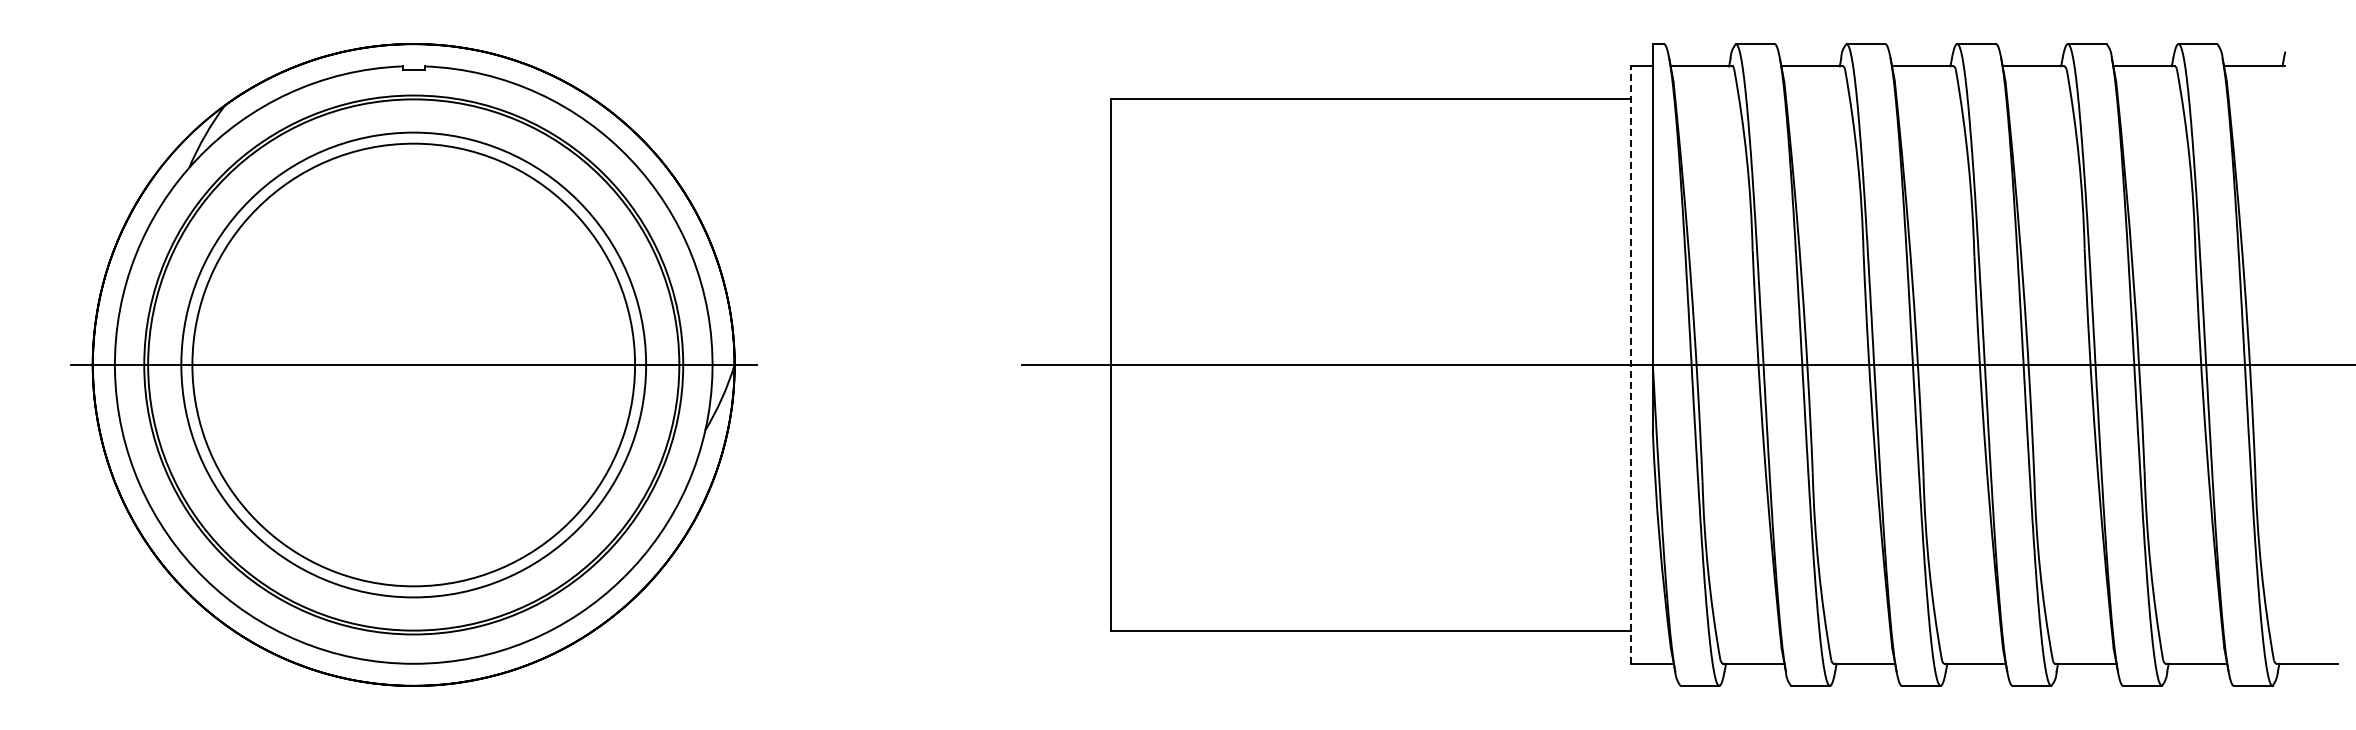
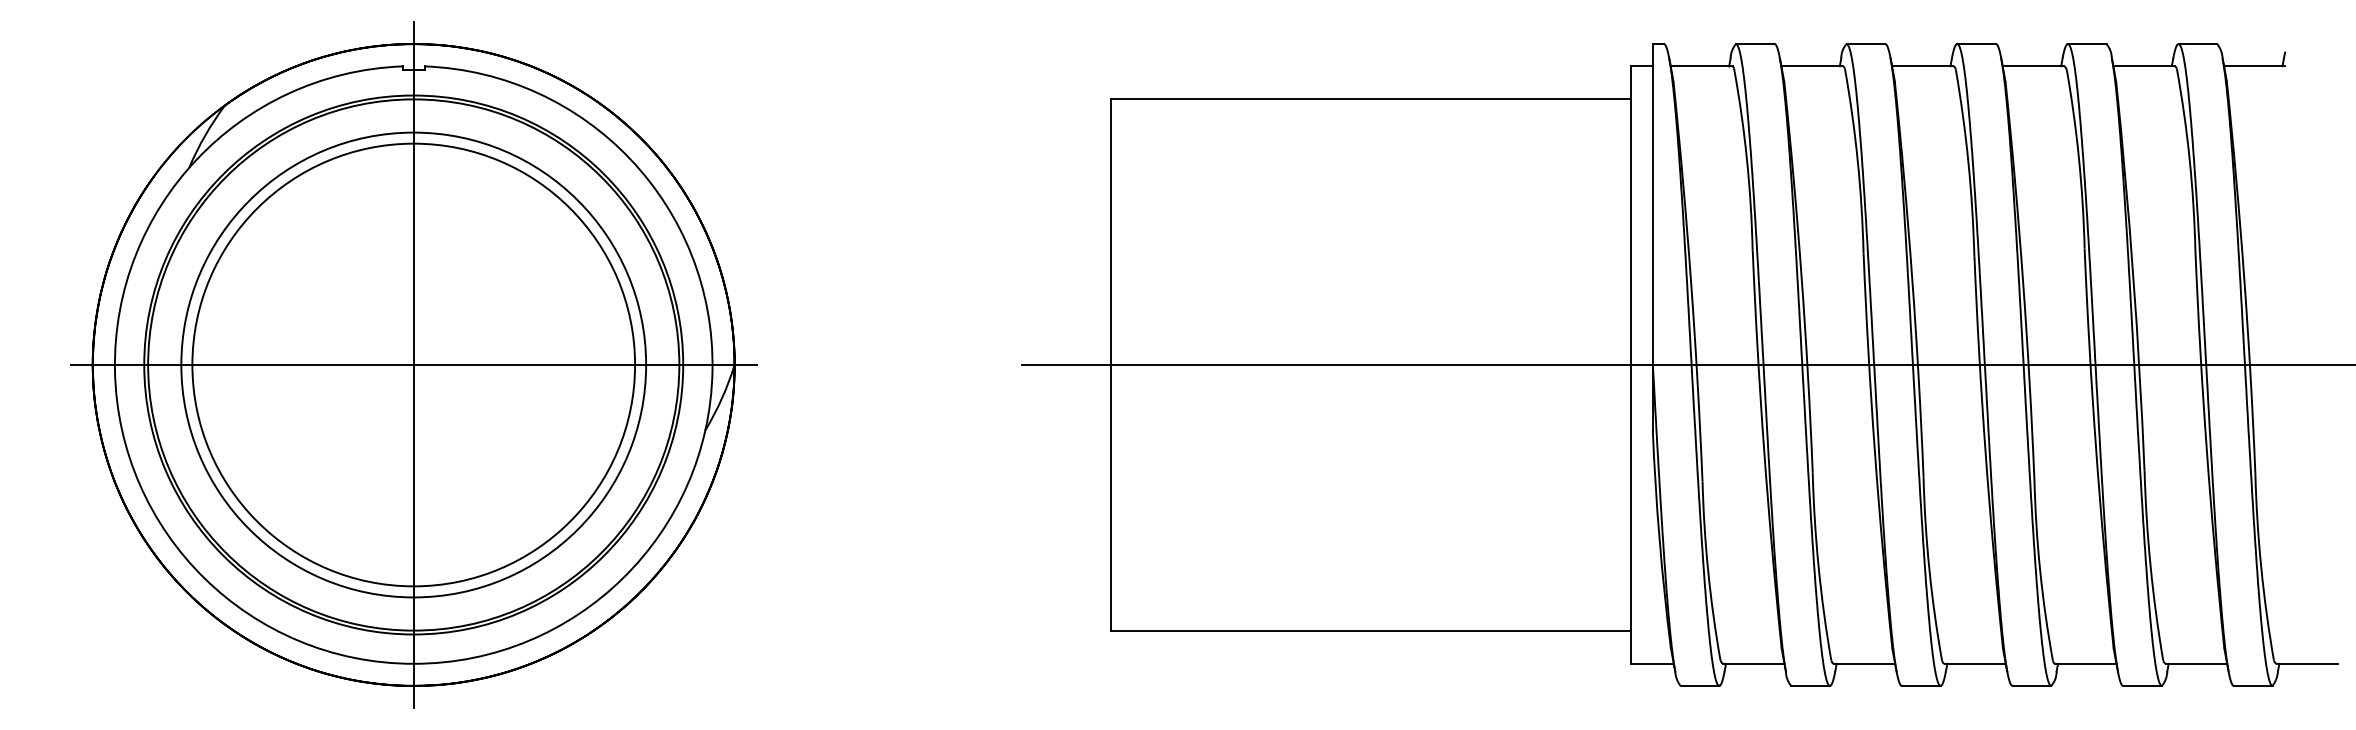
line at (413, 364): none -> present
line at (1630, 365): dashed -> solid
